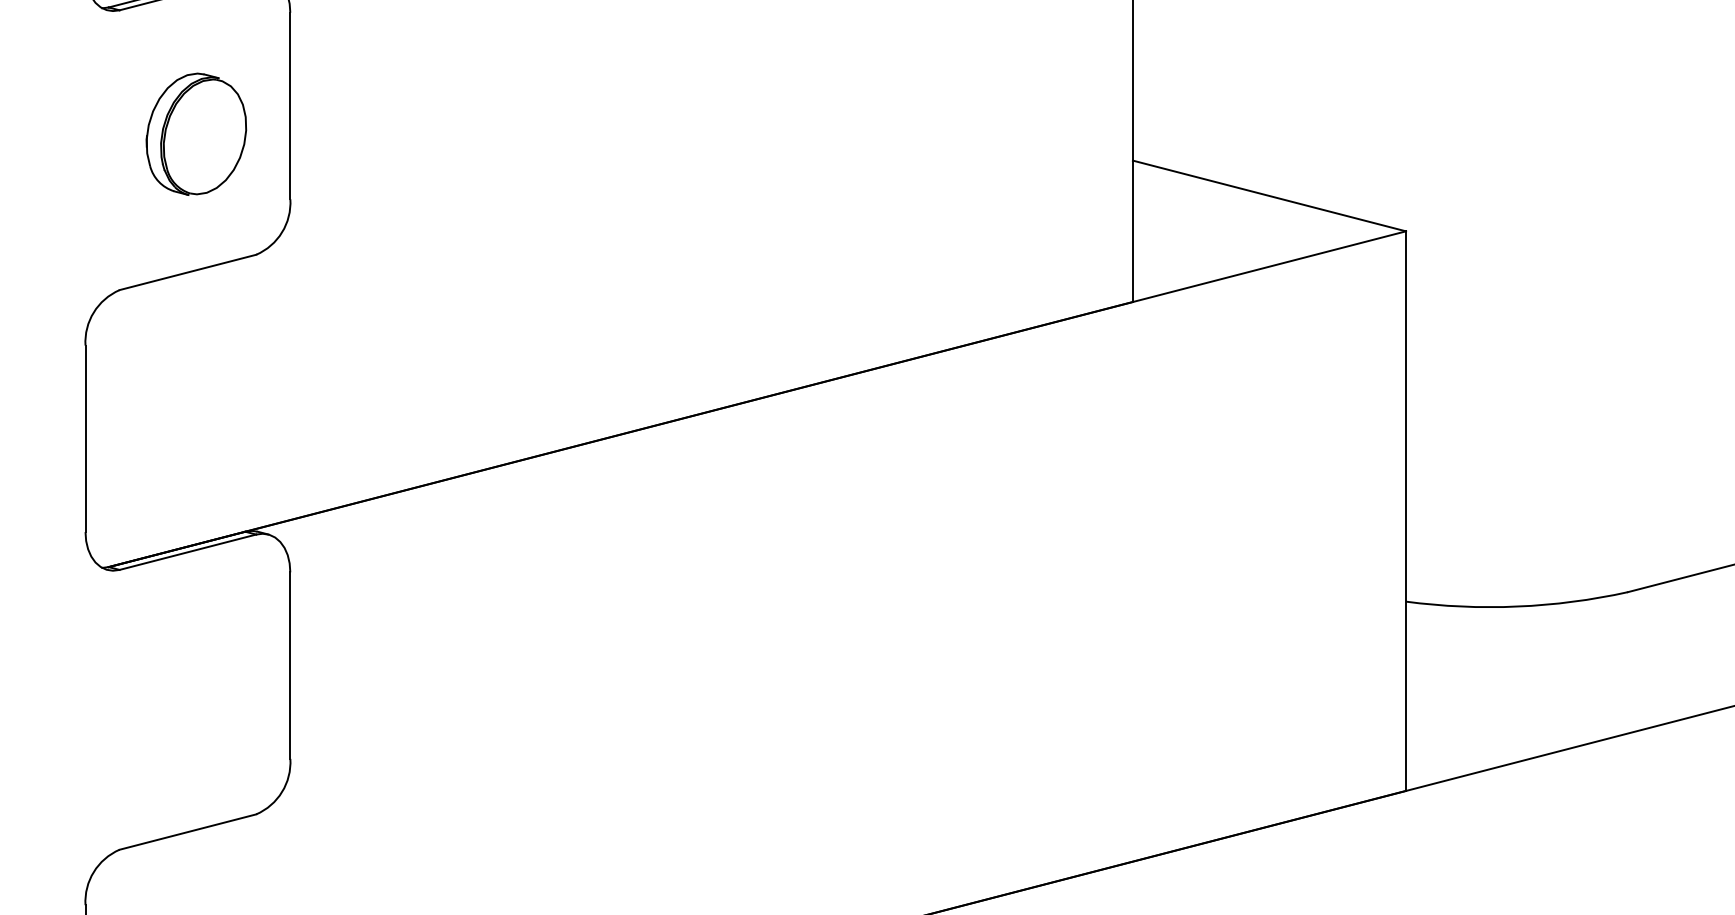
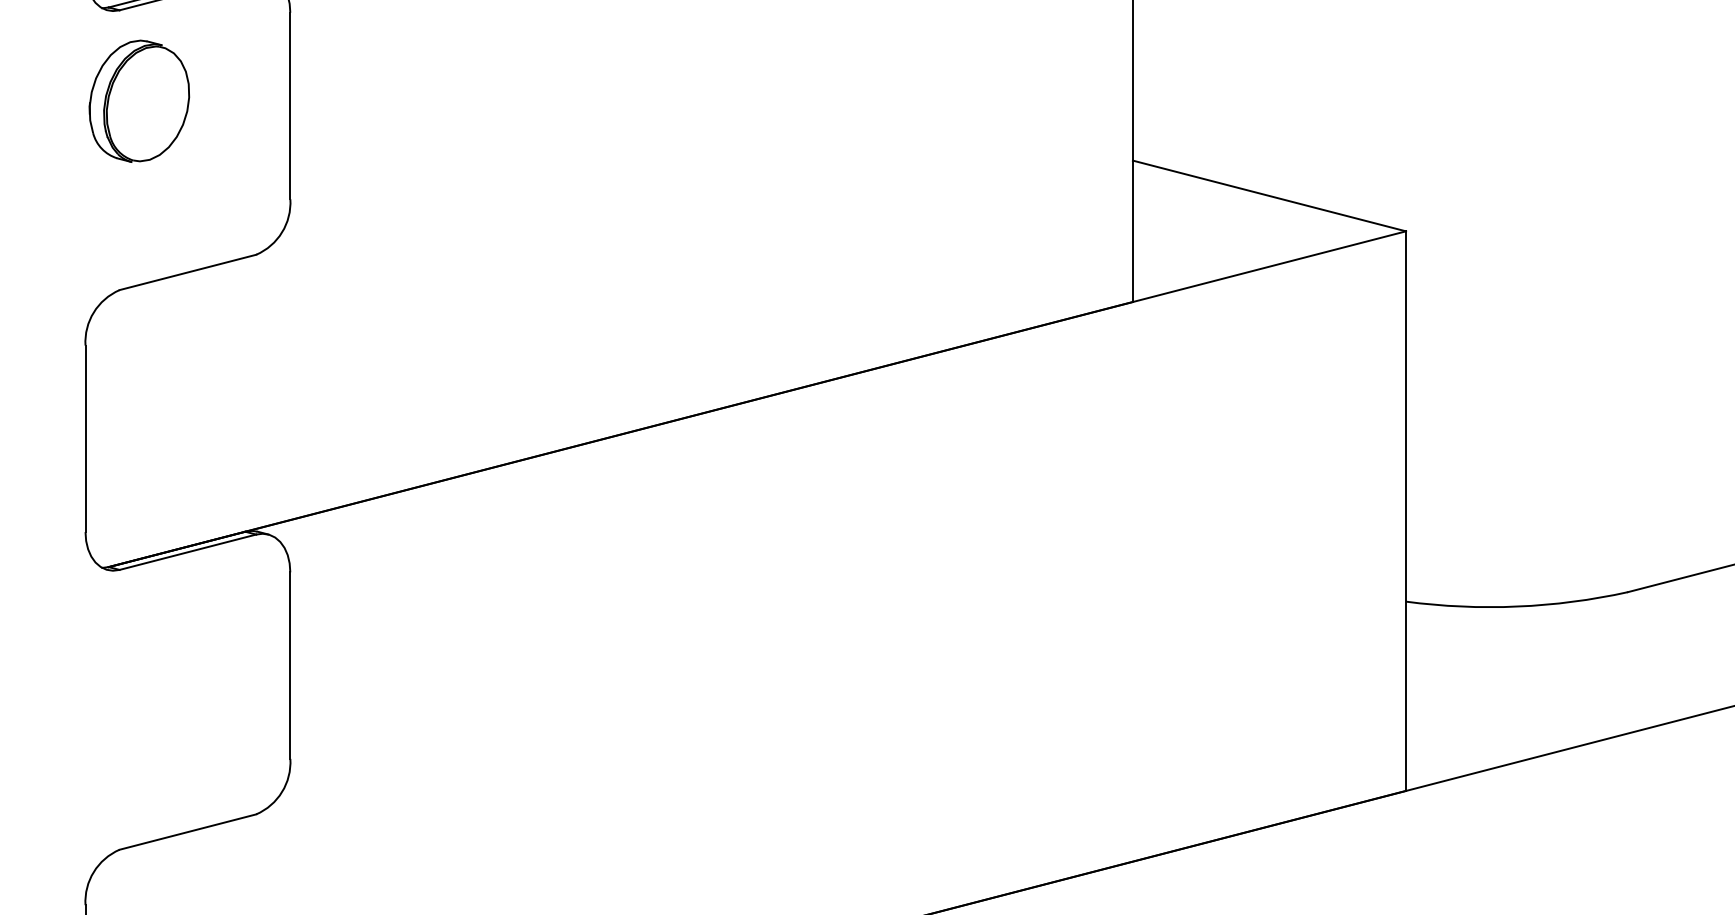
part at (196, 133) position: (196, 133) -> (139, 100)
